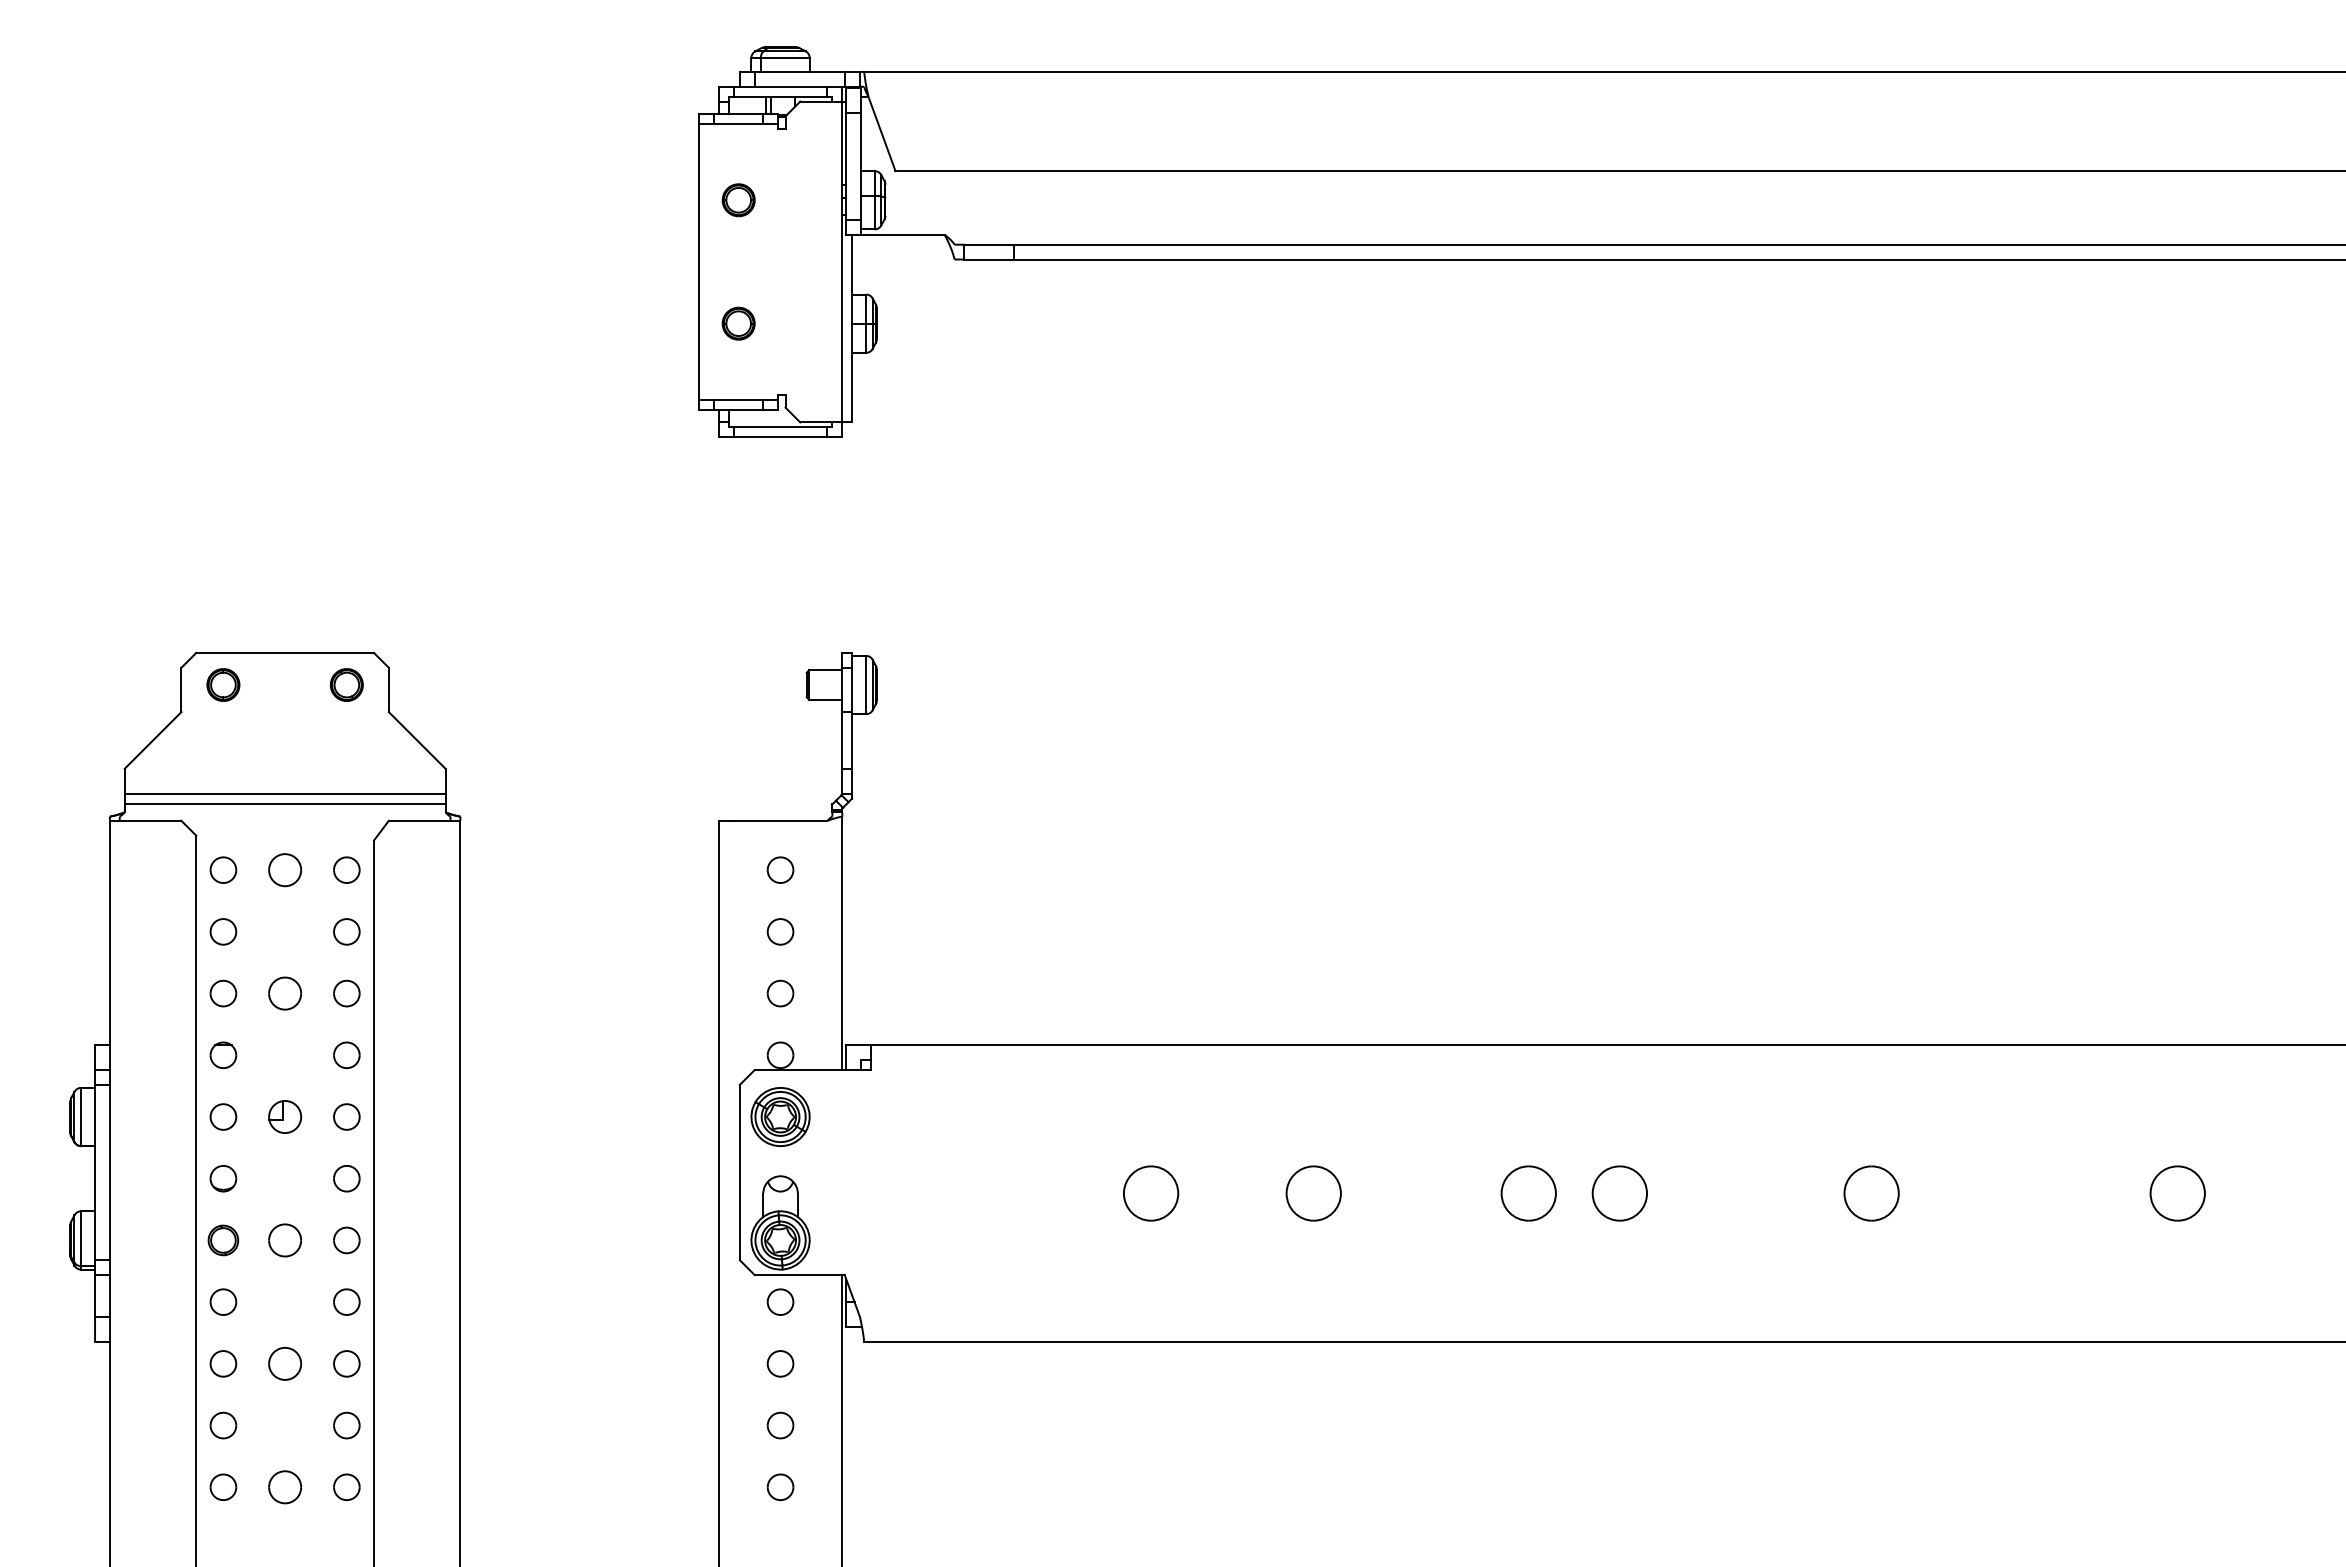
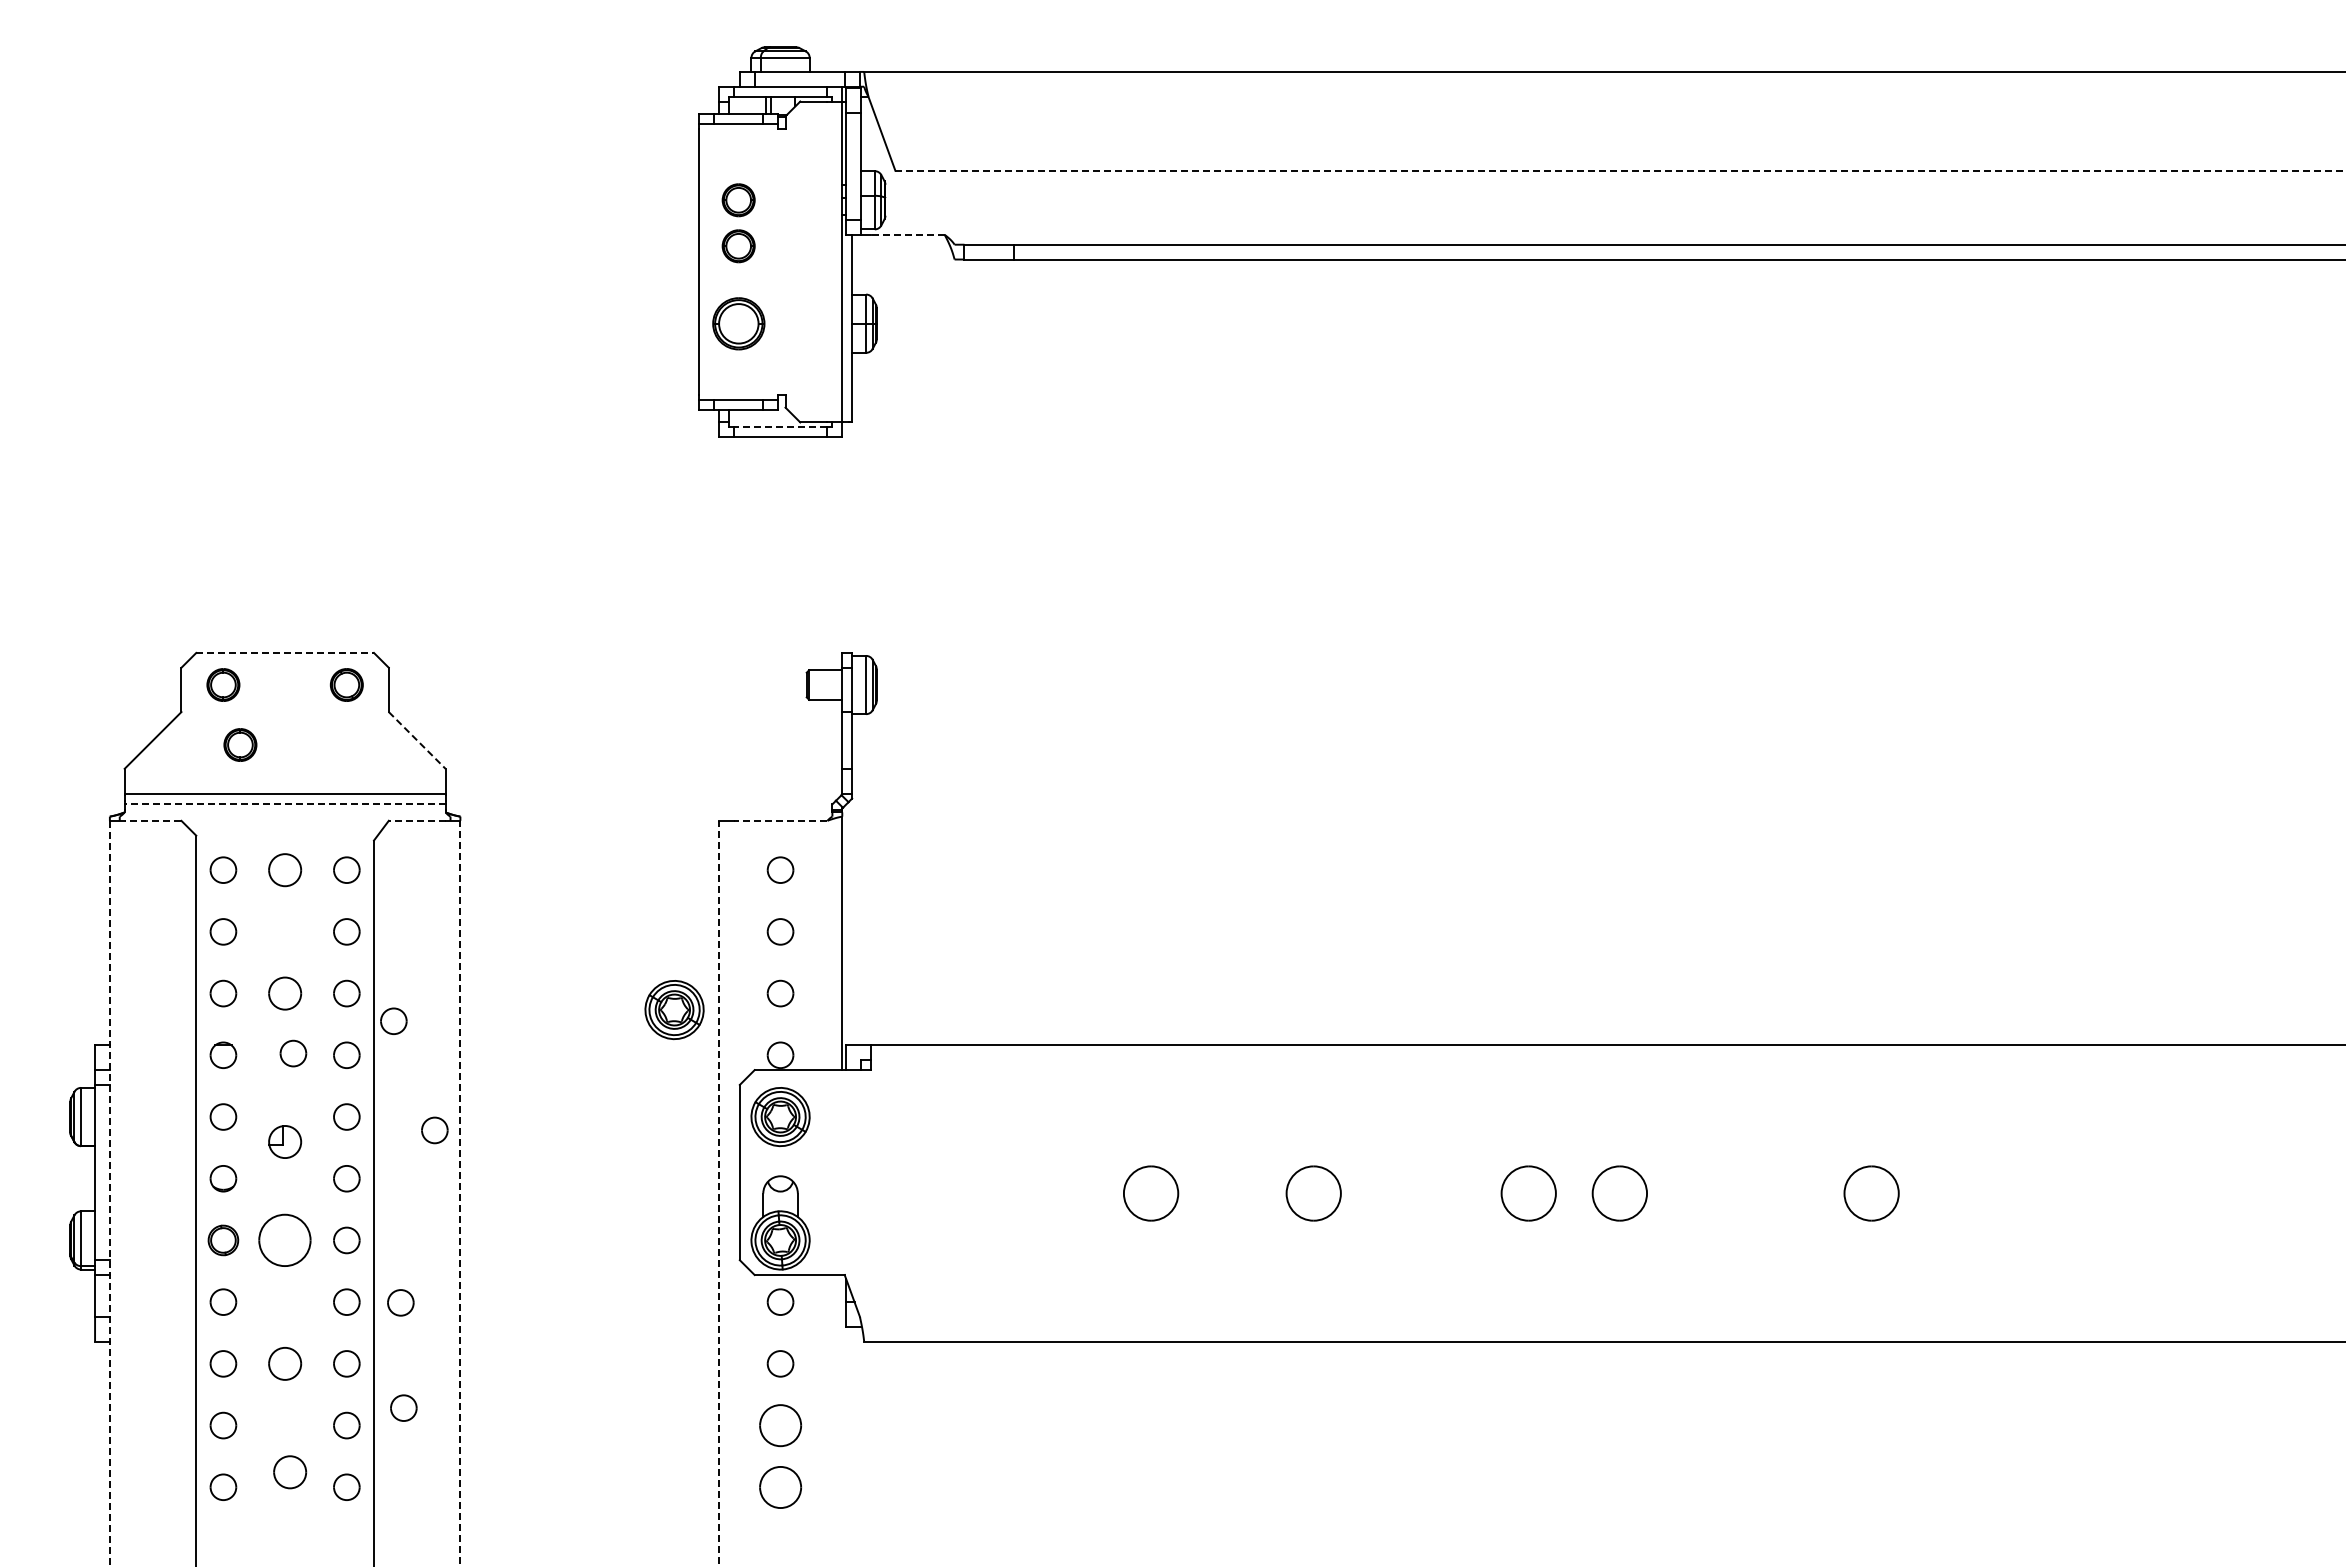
line at (1620, 170): solid -> dashed
line at (907, 234): solid -> dashed
part at (738, 246): none -> present
part at (738, 323) size: 35x35 px -> 54x54 px
line at (780, 427): solid -> dashed
line at (285, 652): solid -> dashed
line at (417, 740): solid -> dashed
part at (240, 744): none -> present
line at (284, 804): solid -> dashed
line at (152, 820): solid -> dashed
line at (416, 820): solid -> dashed
line at (780, 820): solid -> dashed
part at (674, 1010): none -> present
part at (393, 1020): none -> present
part at (293, 1053): none -> present
part at (285, 1116) position: (285, 1116) -> (285, 1141)
part at (434, 1130): none -> present
line at (109, 1193): solid -> dashed
line at (460, 1193): solid -> dashed
line at (718, 1193): solid -> dashed
part at (2177, 1193): present -> none
part at (285, 1240) size: 35x35 px -> 54x54 px
part at (400, 1302): none -> present
part at (403, 1407): none -> present
line at (842, 1419): present -> none
part at (780, 1425) size: 29x29 px -> 43x44 px
part at (780, 1486) size: 29x28 px -> 43x43 px
part at (285, 1487) position: (285, 1487) -> (290, 1472)
